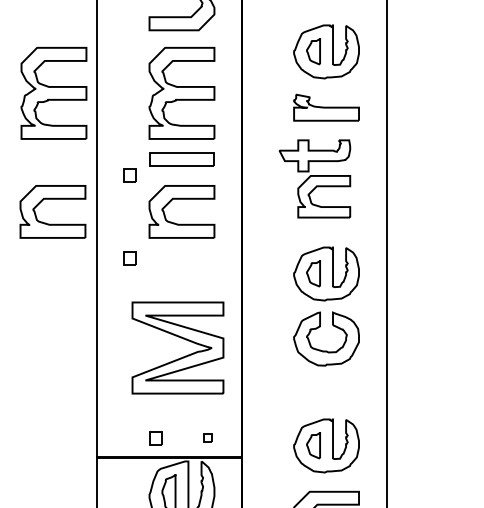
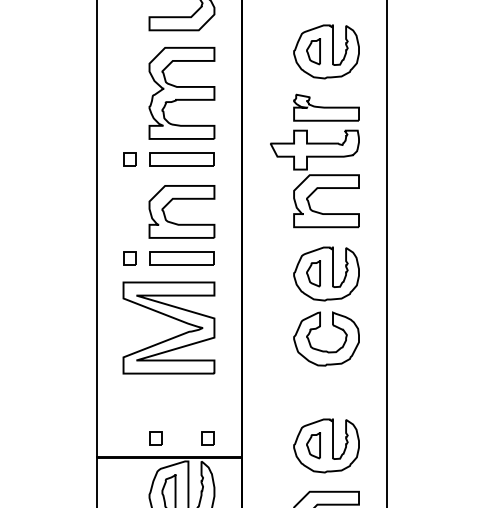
part at (53, 93): present -> none
part at (129, 175) position: (129, 175) -> (129, 159)
part at (314, 178) size: 74x80 px -> 90x100 px
part at (52, 199): present -> none
part at (181, 258): none -> present
part at (180, 338) position: (180, 338) -> (171, 318)
part at (207, 437) size: 10x10 px -> 14x15 px
